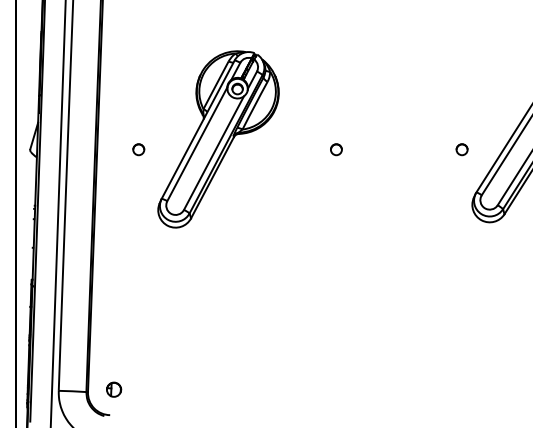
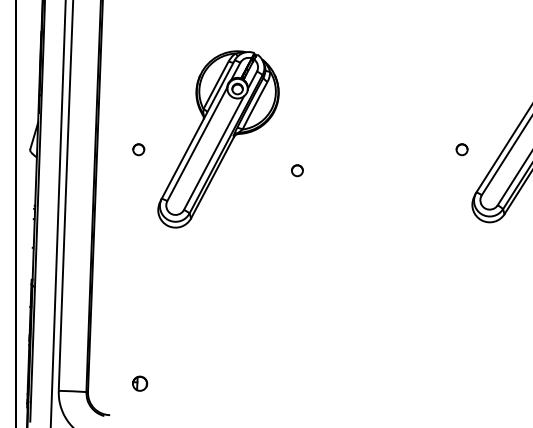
circle at (336, 149) position: (336, 149) -> (297, 170)
part at (114, 389) position: (114, 389) -> (140, 383)
